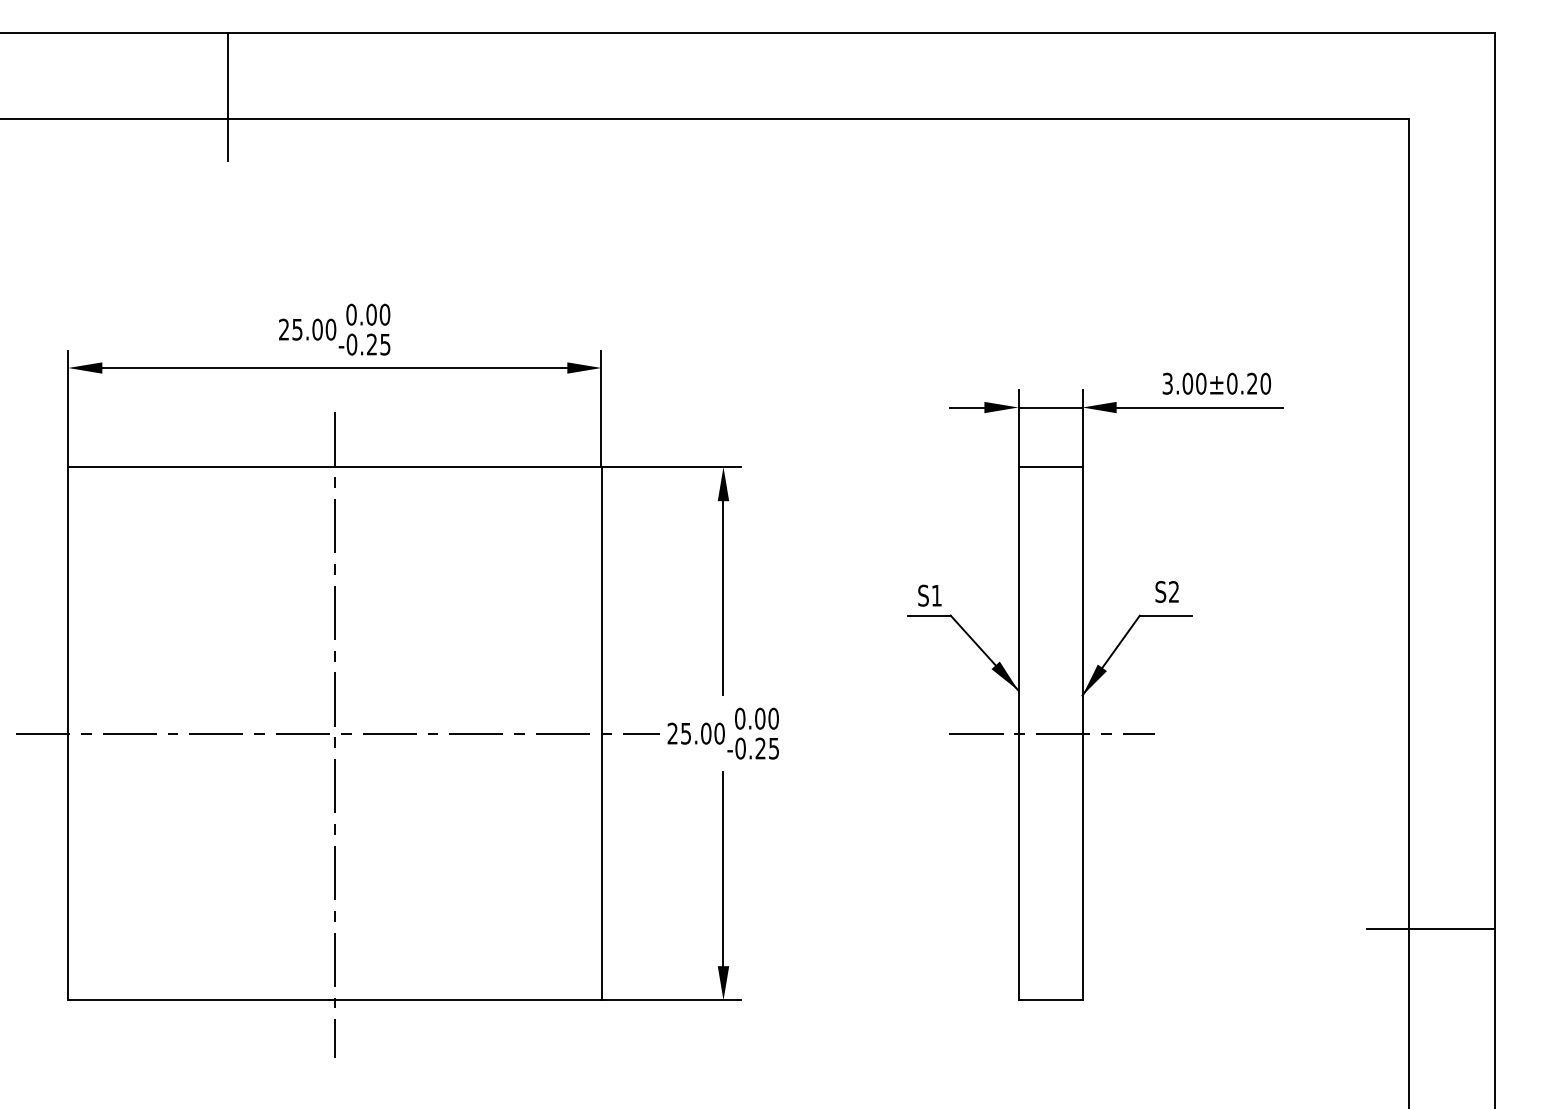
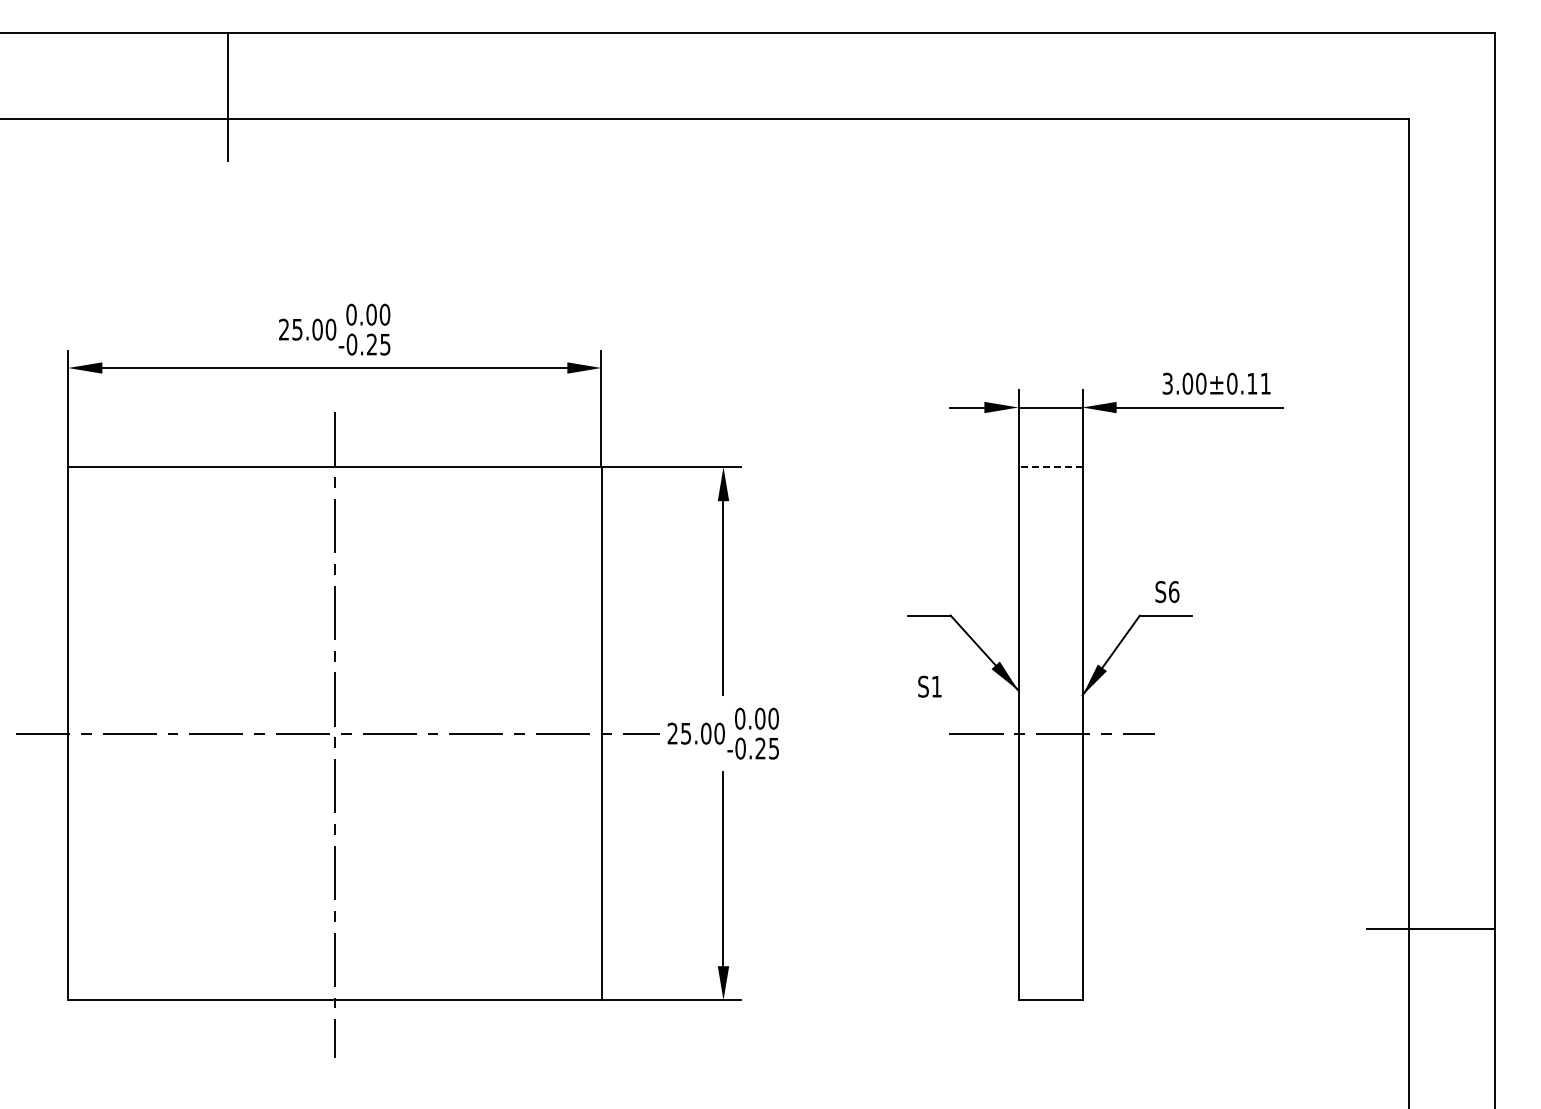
text at (1259, 383): 3.00±0.20 -> 3.00±0.11
line at (1050, 467): solid -> dashed
text at (1174, 591): S2 -> S6
text at (929, 595) position: (929, 595) -> (929, 686)
